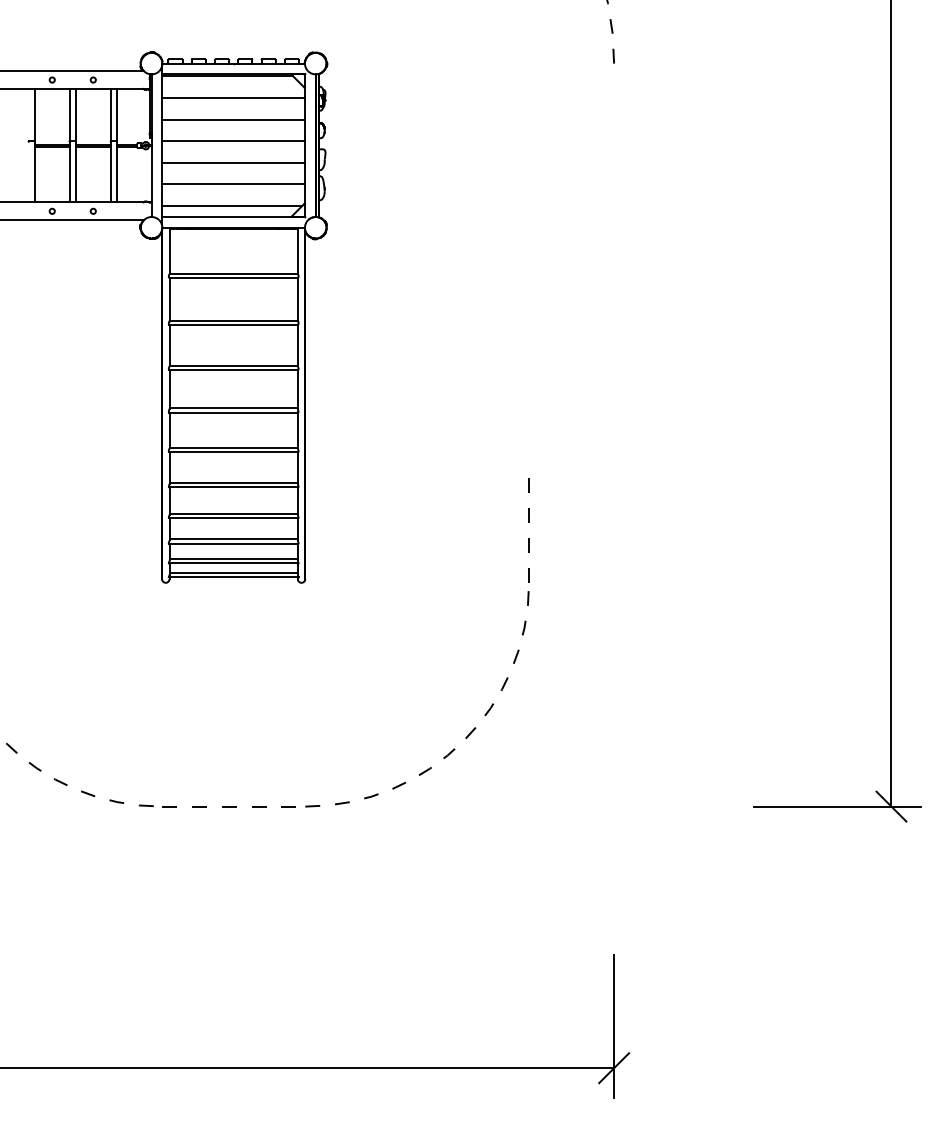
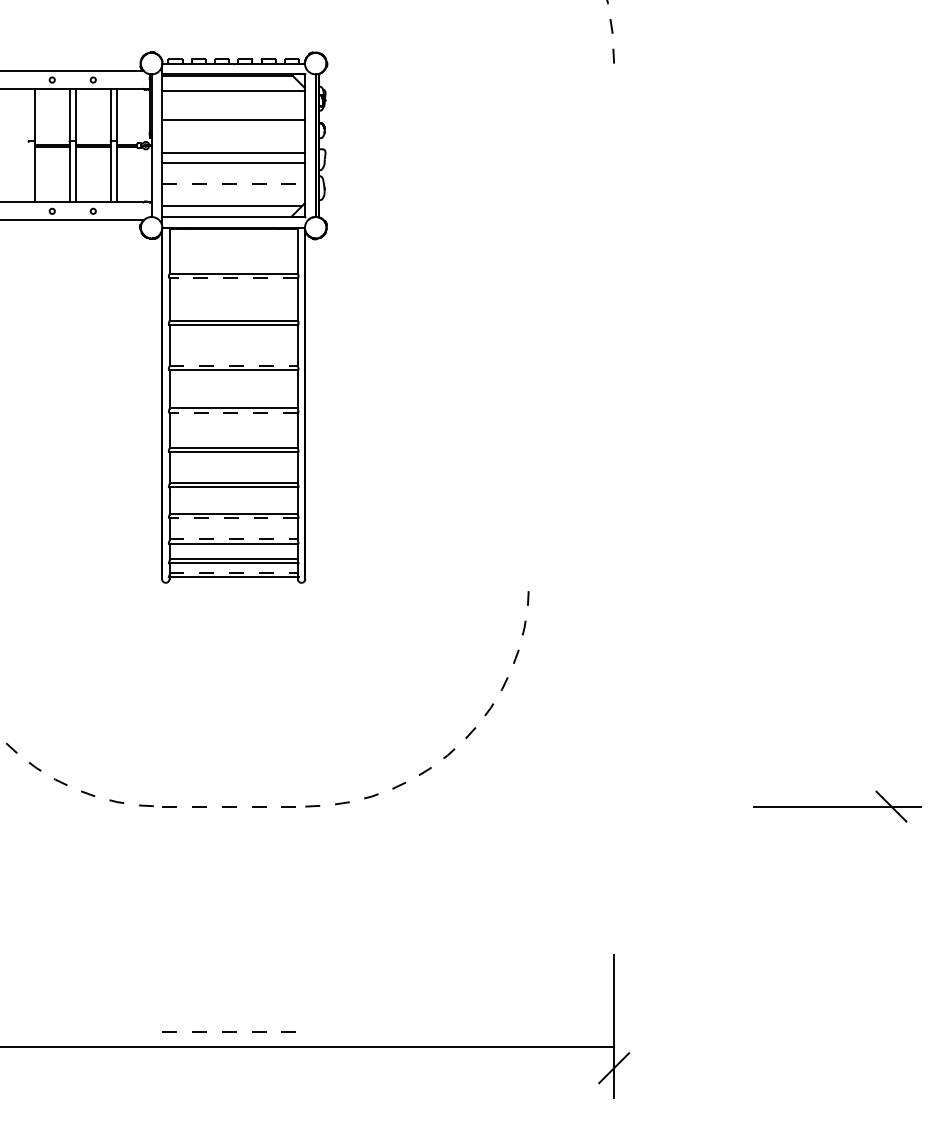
line at (233, 97) position: (233, 97) -> (233, 90)
line at (233, 141) position: (233, 141) -> (233, 153)
line at (233, 184): solid -> dashed
line at (233, 278): solid -> dashed
line at (234, 365): solid -> dashed
line at (891, 404): present -> none
line at (233, 412): solid -> dashed
line at (233, 518): solid -> dashed
line at (528, 522): present -> none
line at (234, 539): solid -> dashed
line at (234, 572): solid -> dashed
line at (228, 1031): none -> present
line at (308, 1068) position: (308, 1068) -> (308, 1047)
